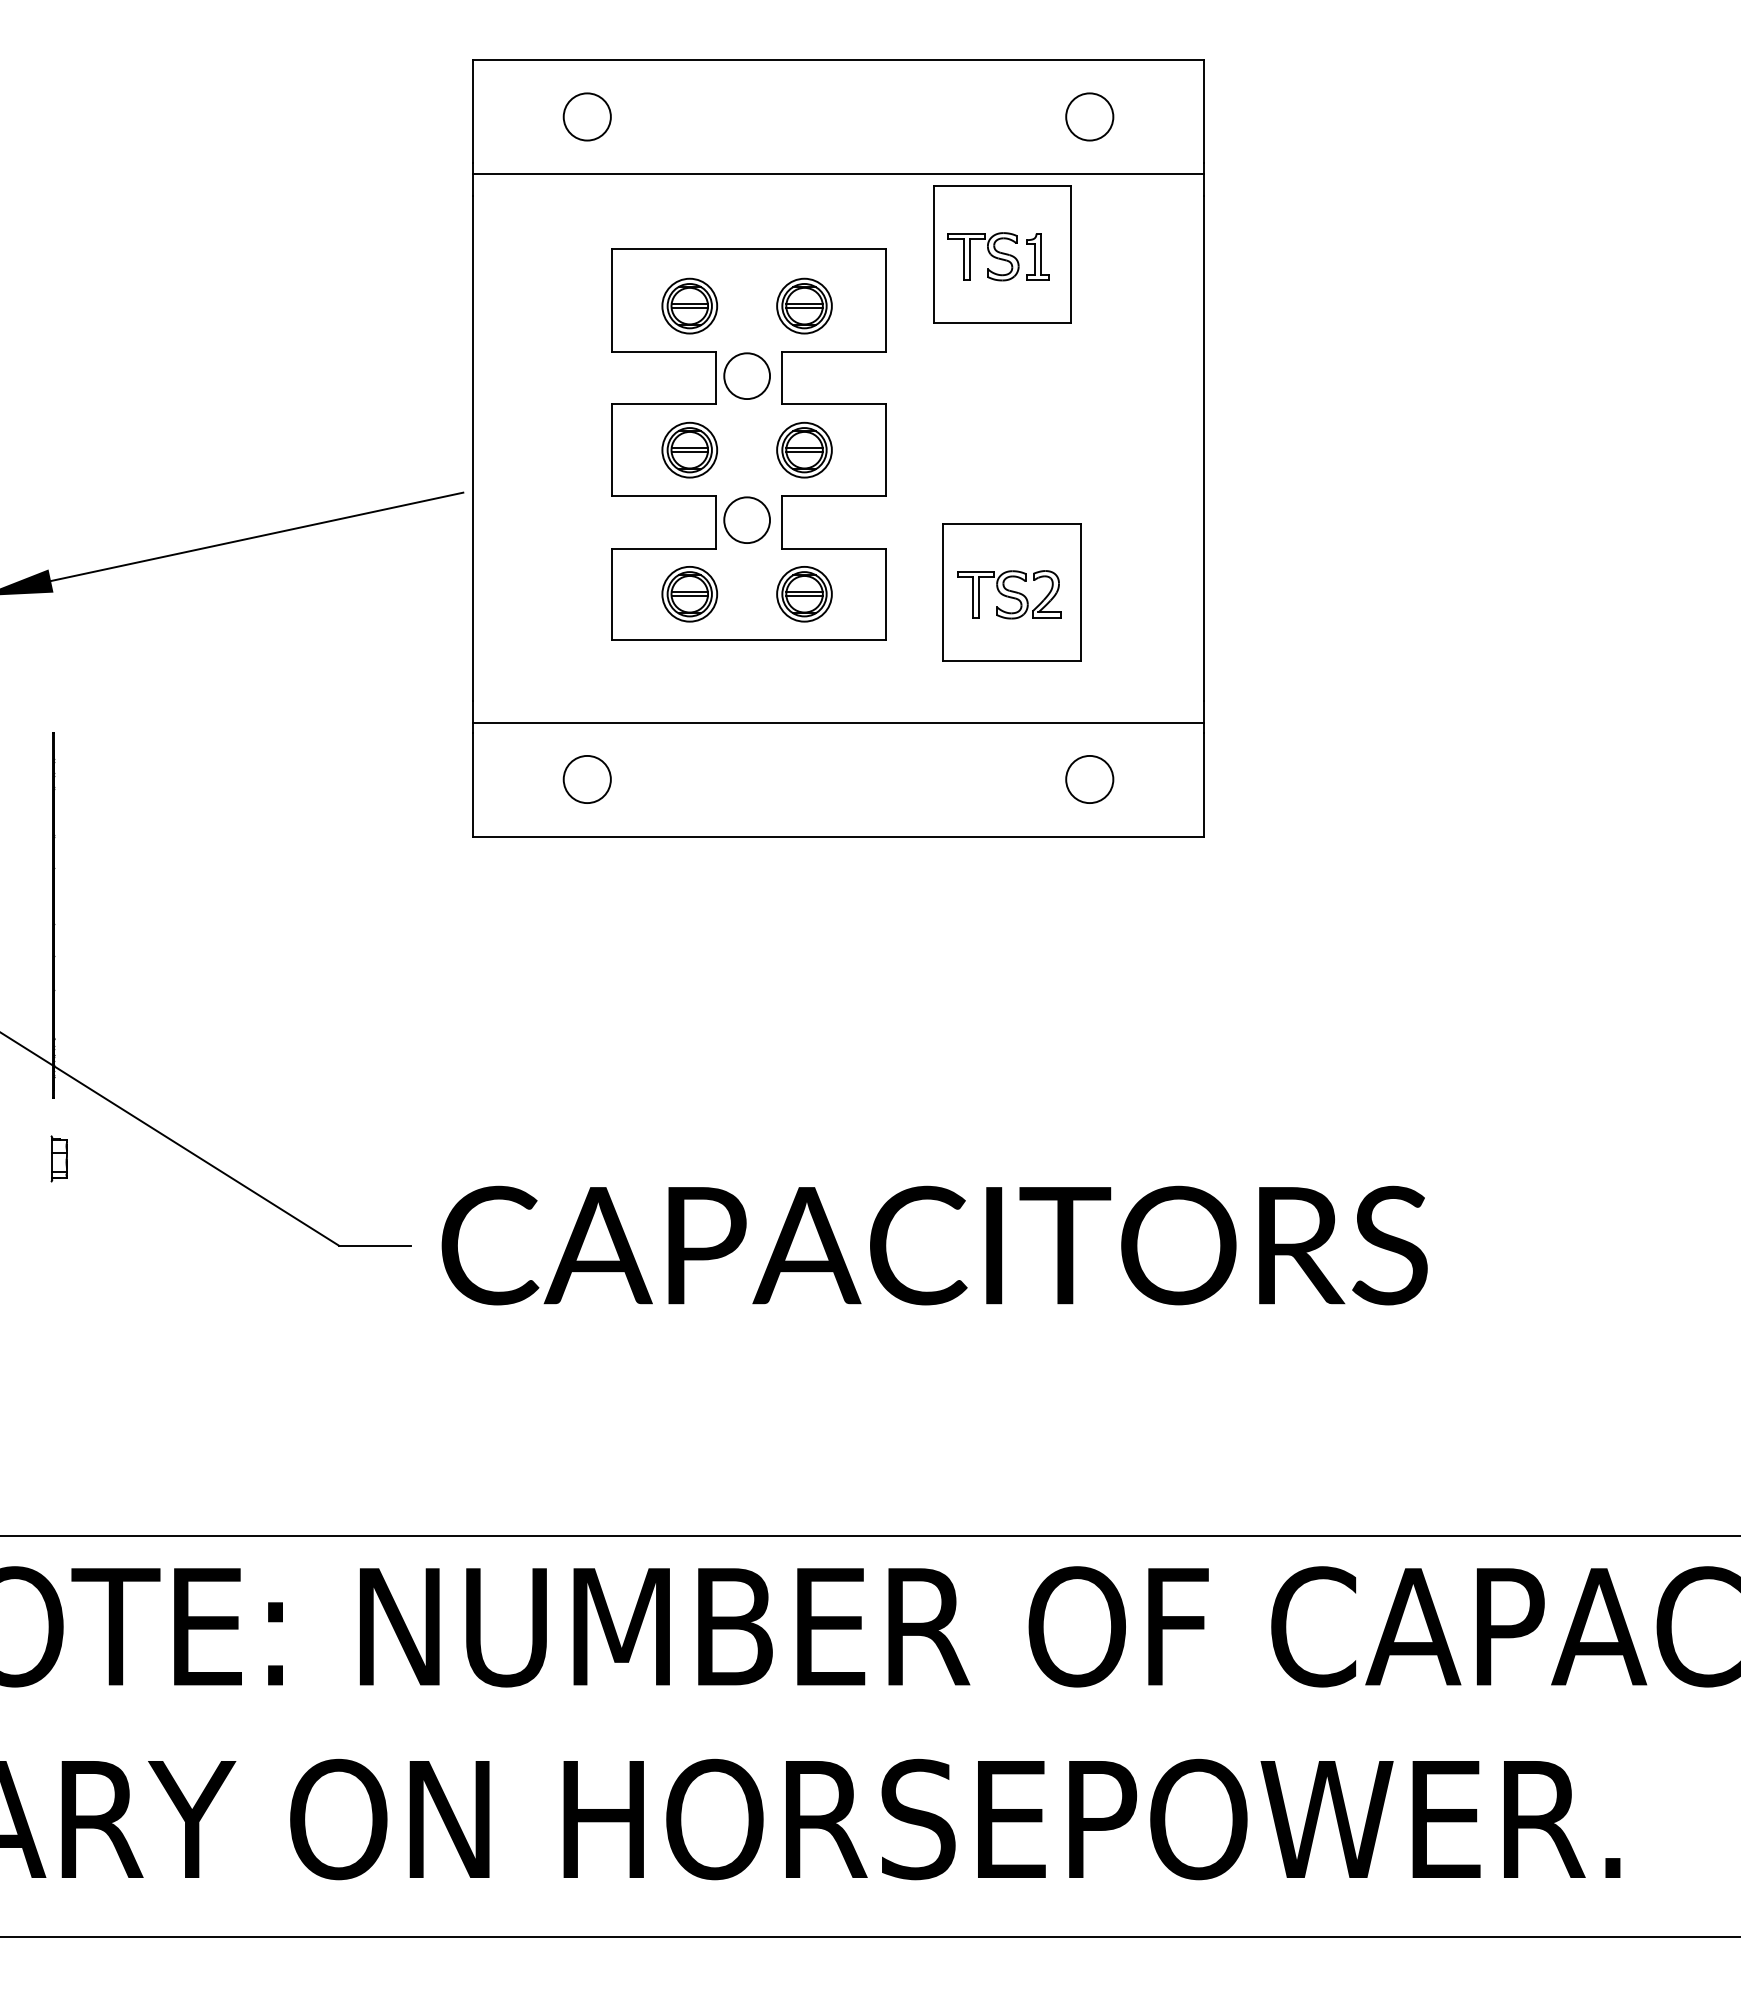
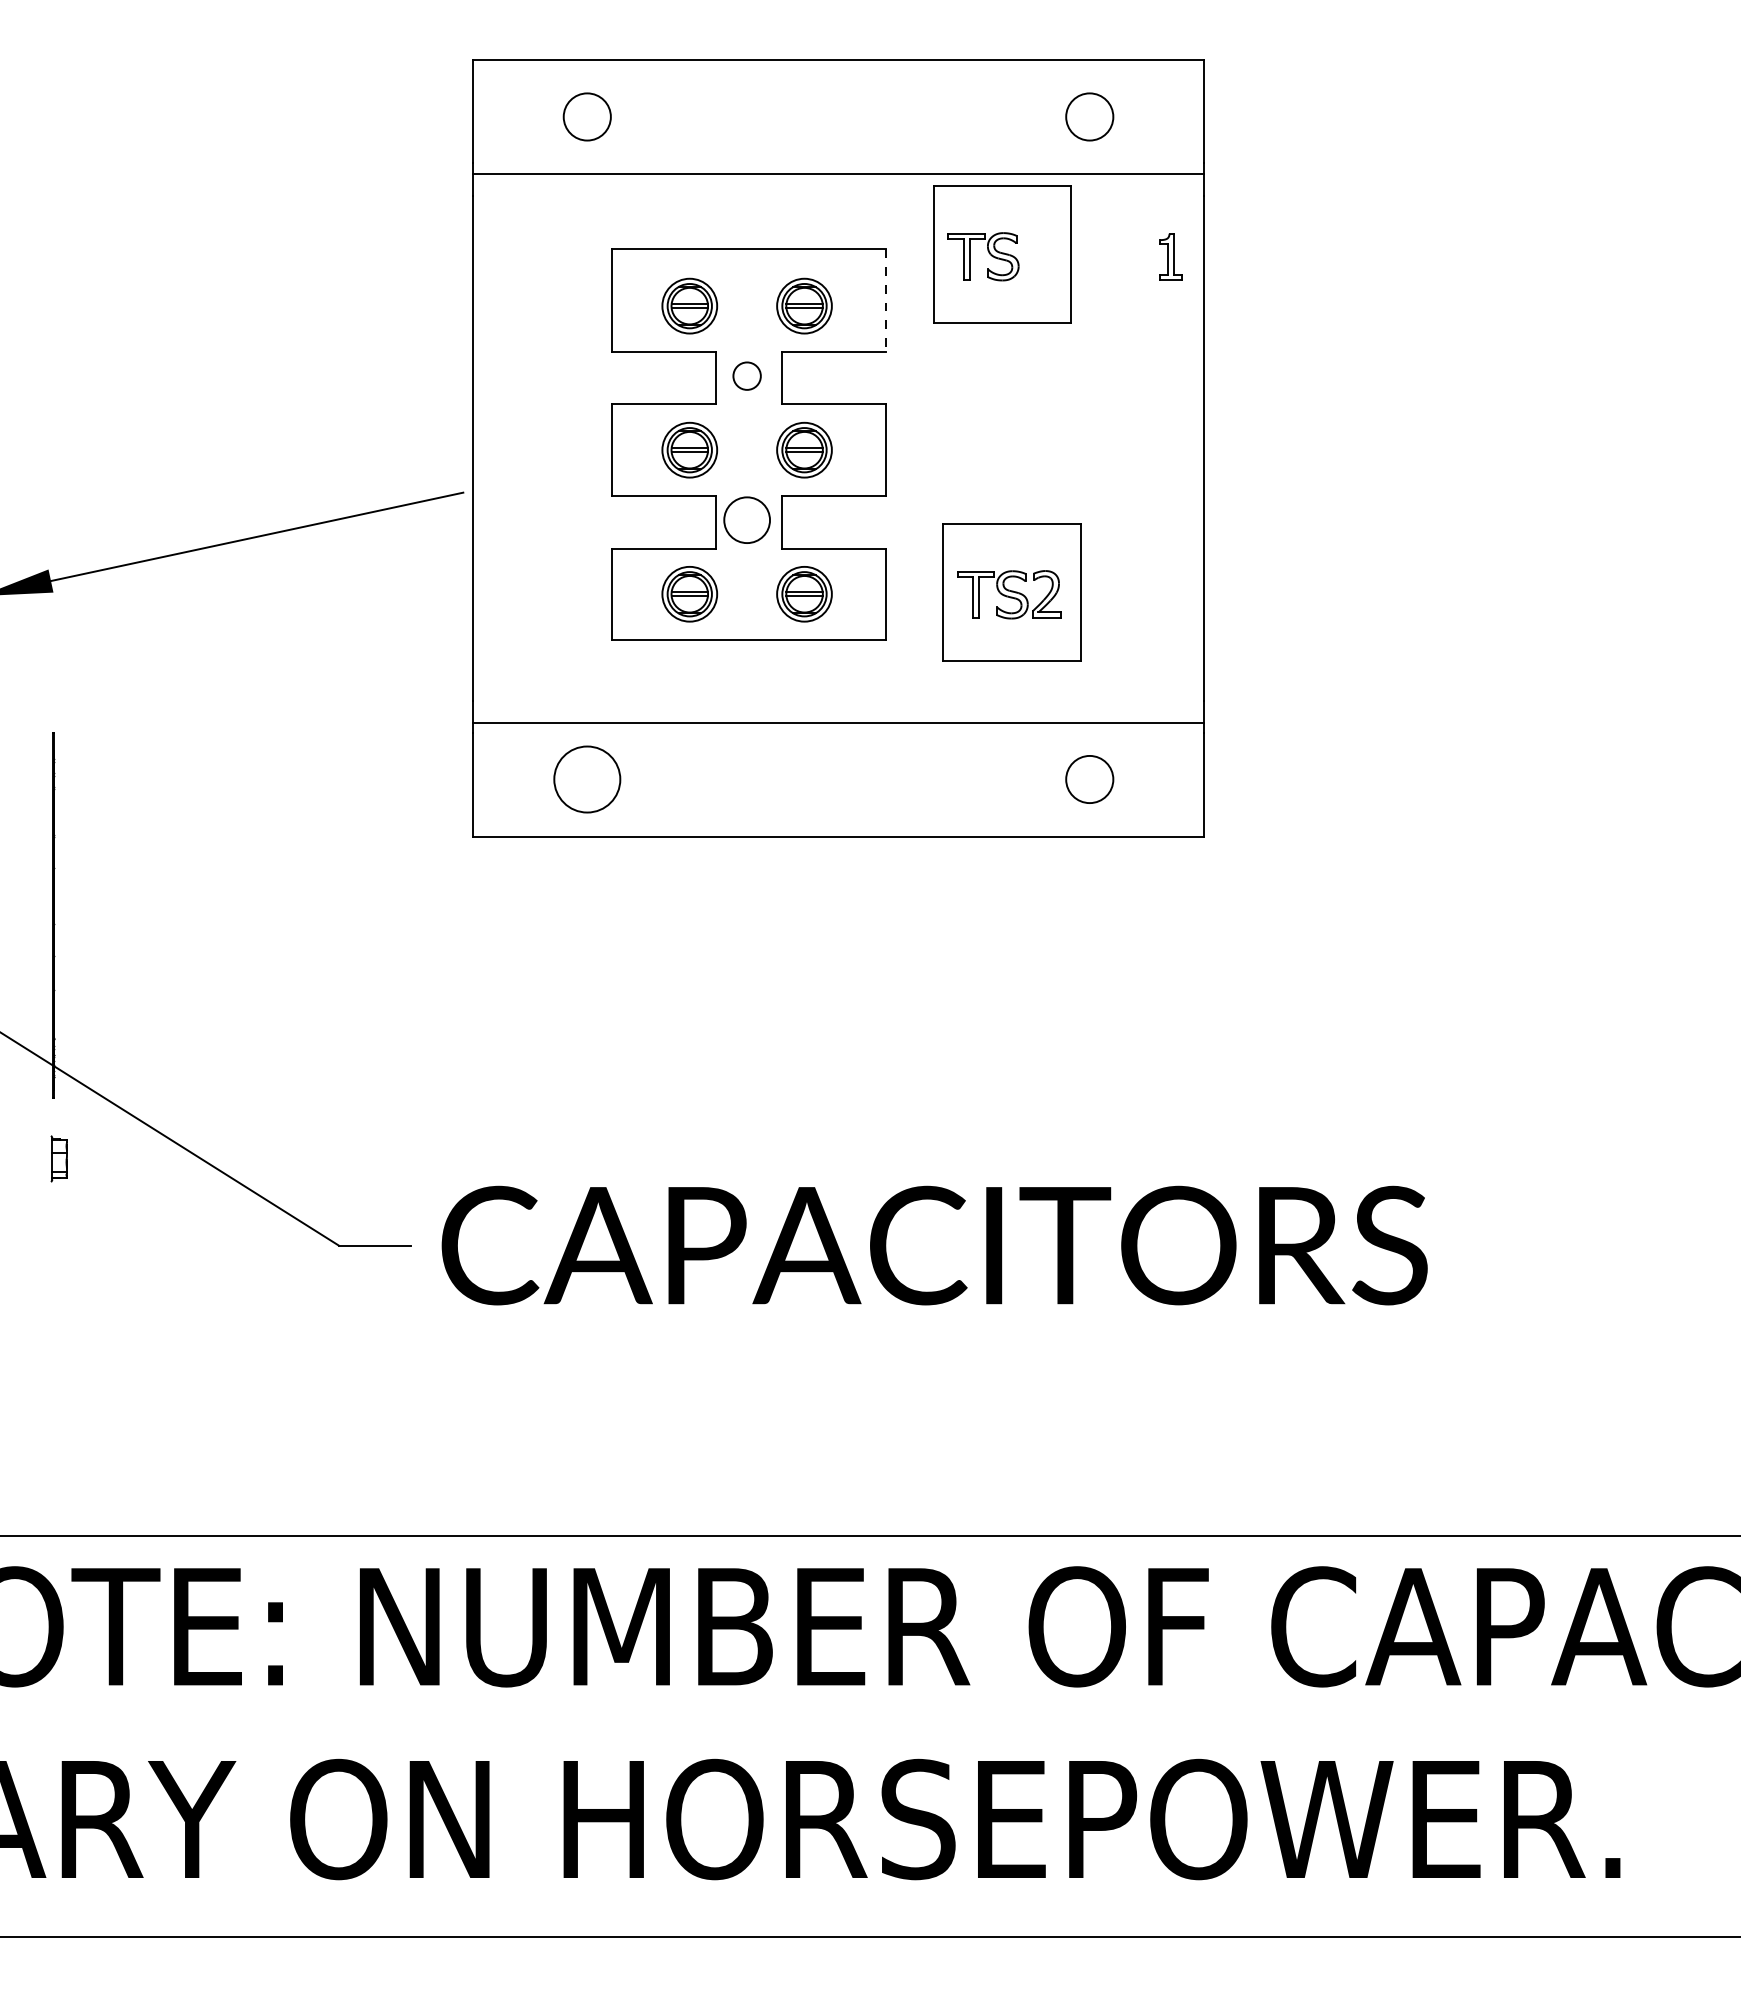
part at (1037, 256) position: (1037, 256) -> (1170, 256)
line at (886, 301): solid -> dashed
circle at (747, 376) diameter: 46 px -> 27 px
circle at (586, 779) diameter: 47 px -> 66 px
